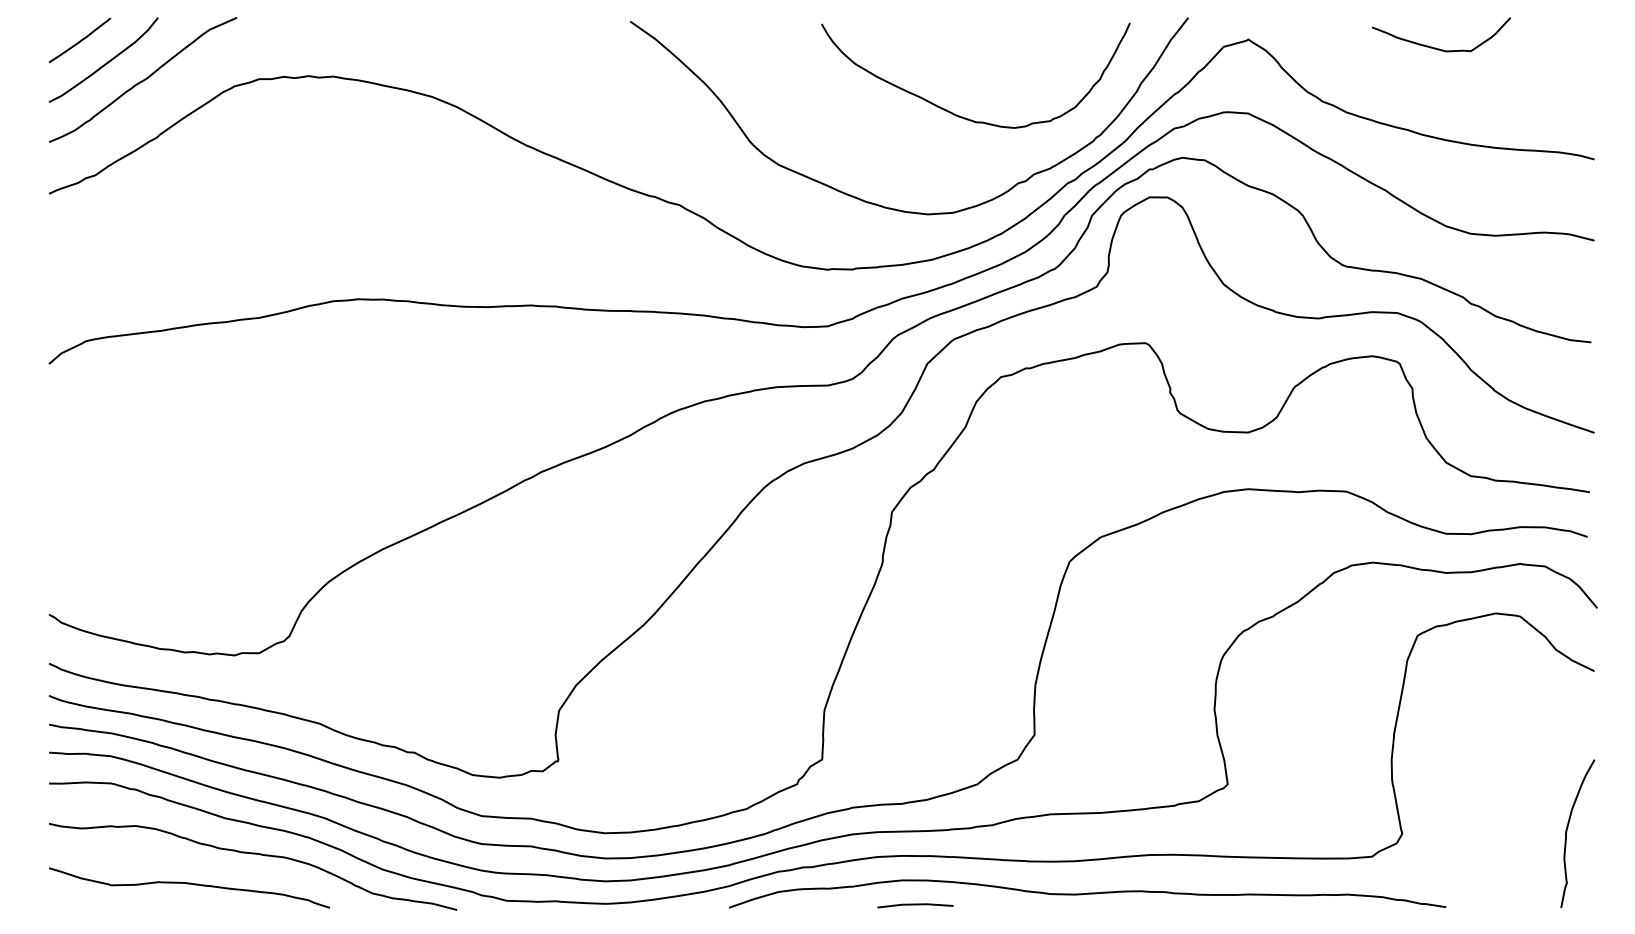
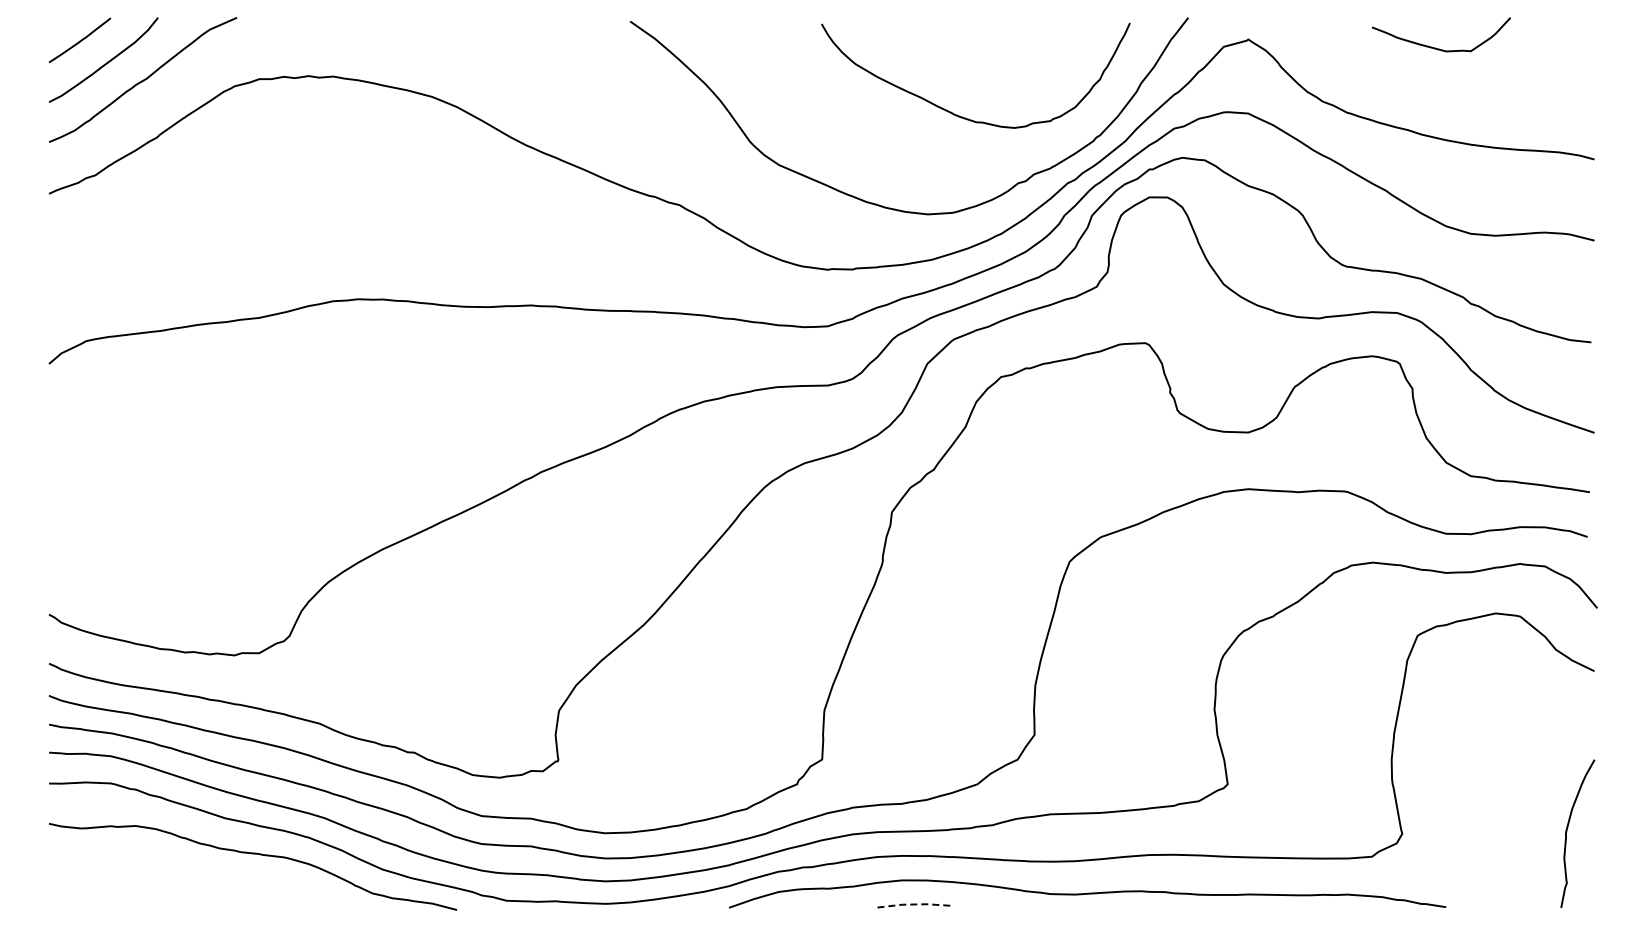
curve at (189, 884): present -> none
line at (916, 904): solid -> dashed
